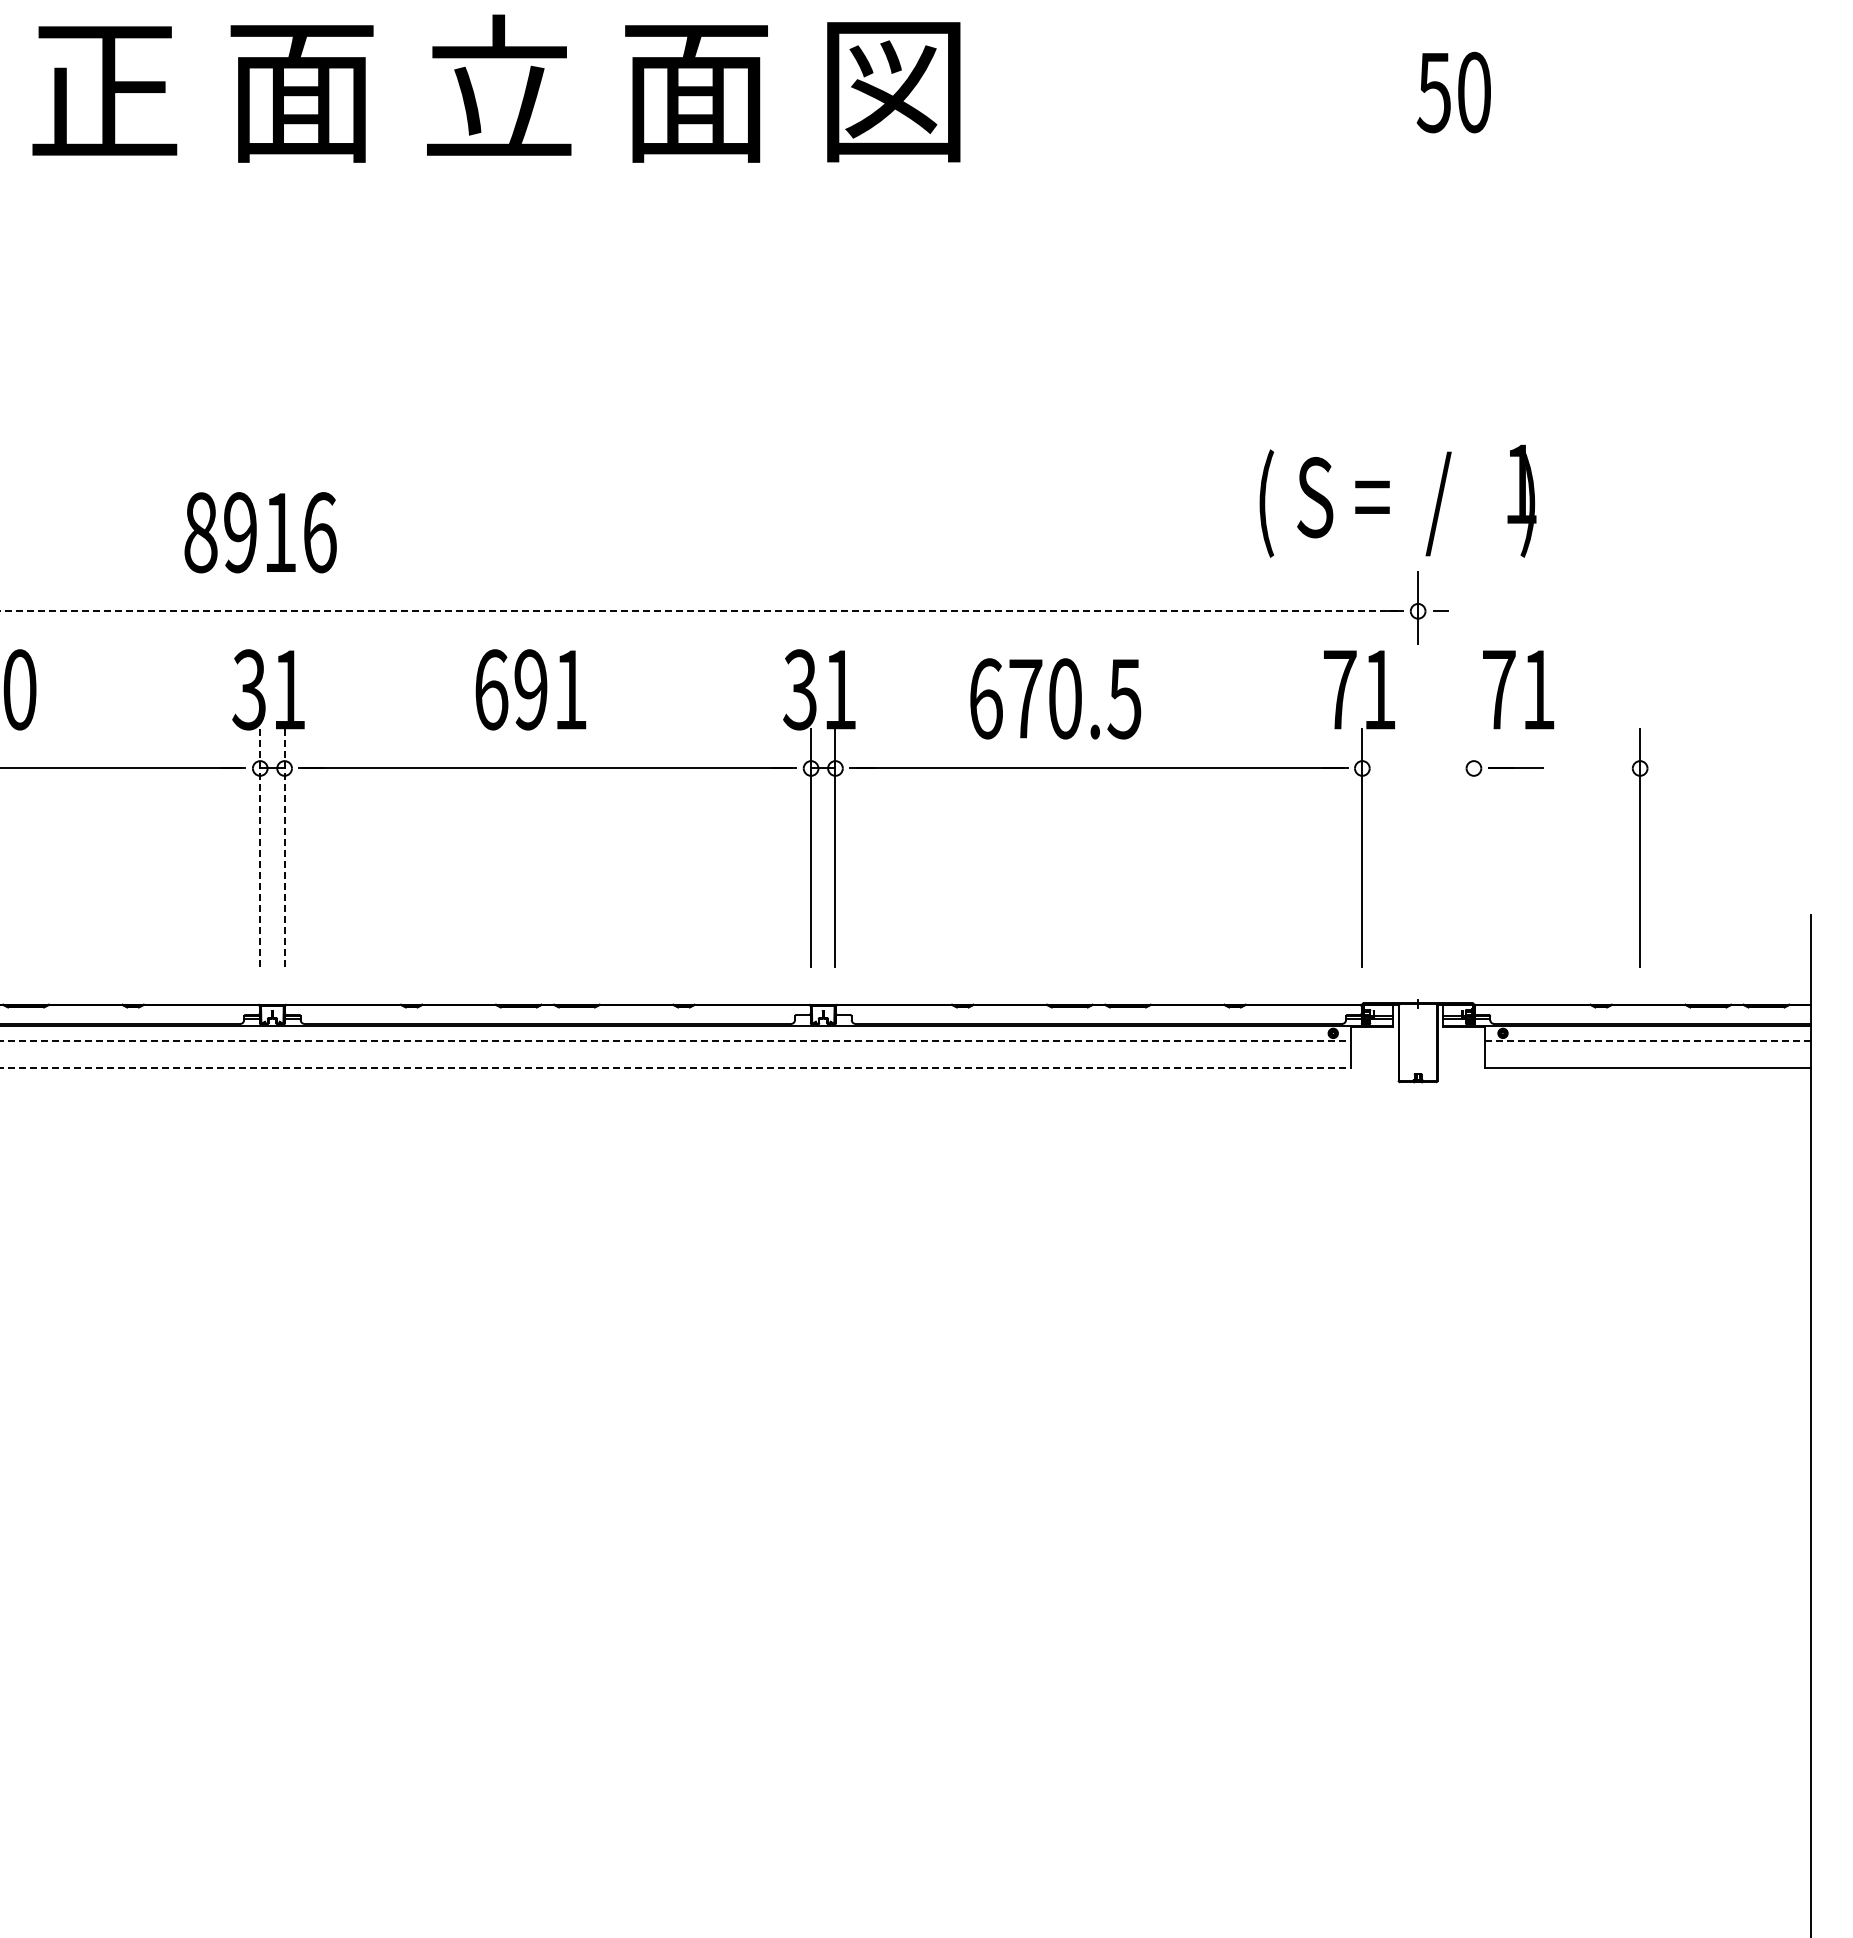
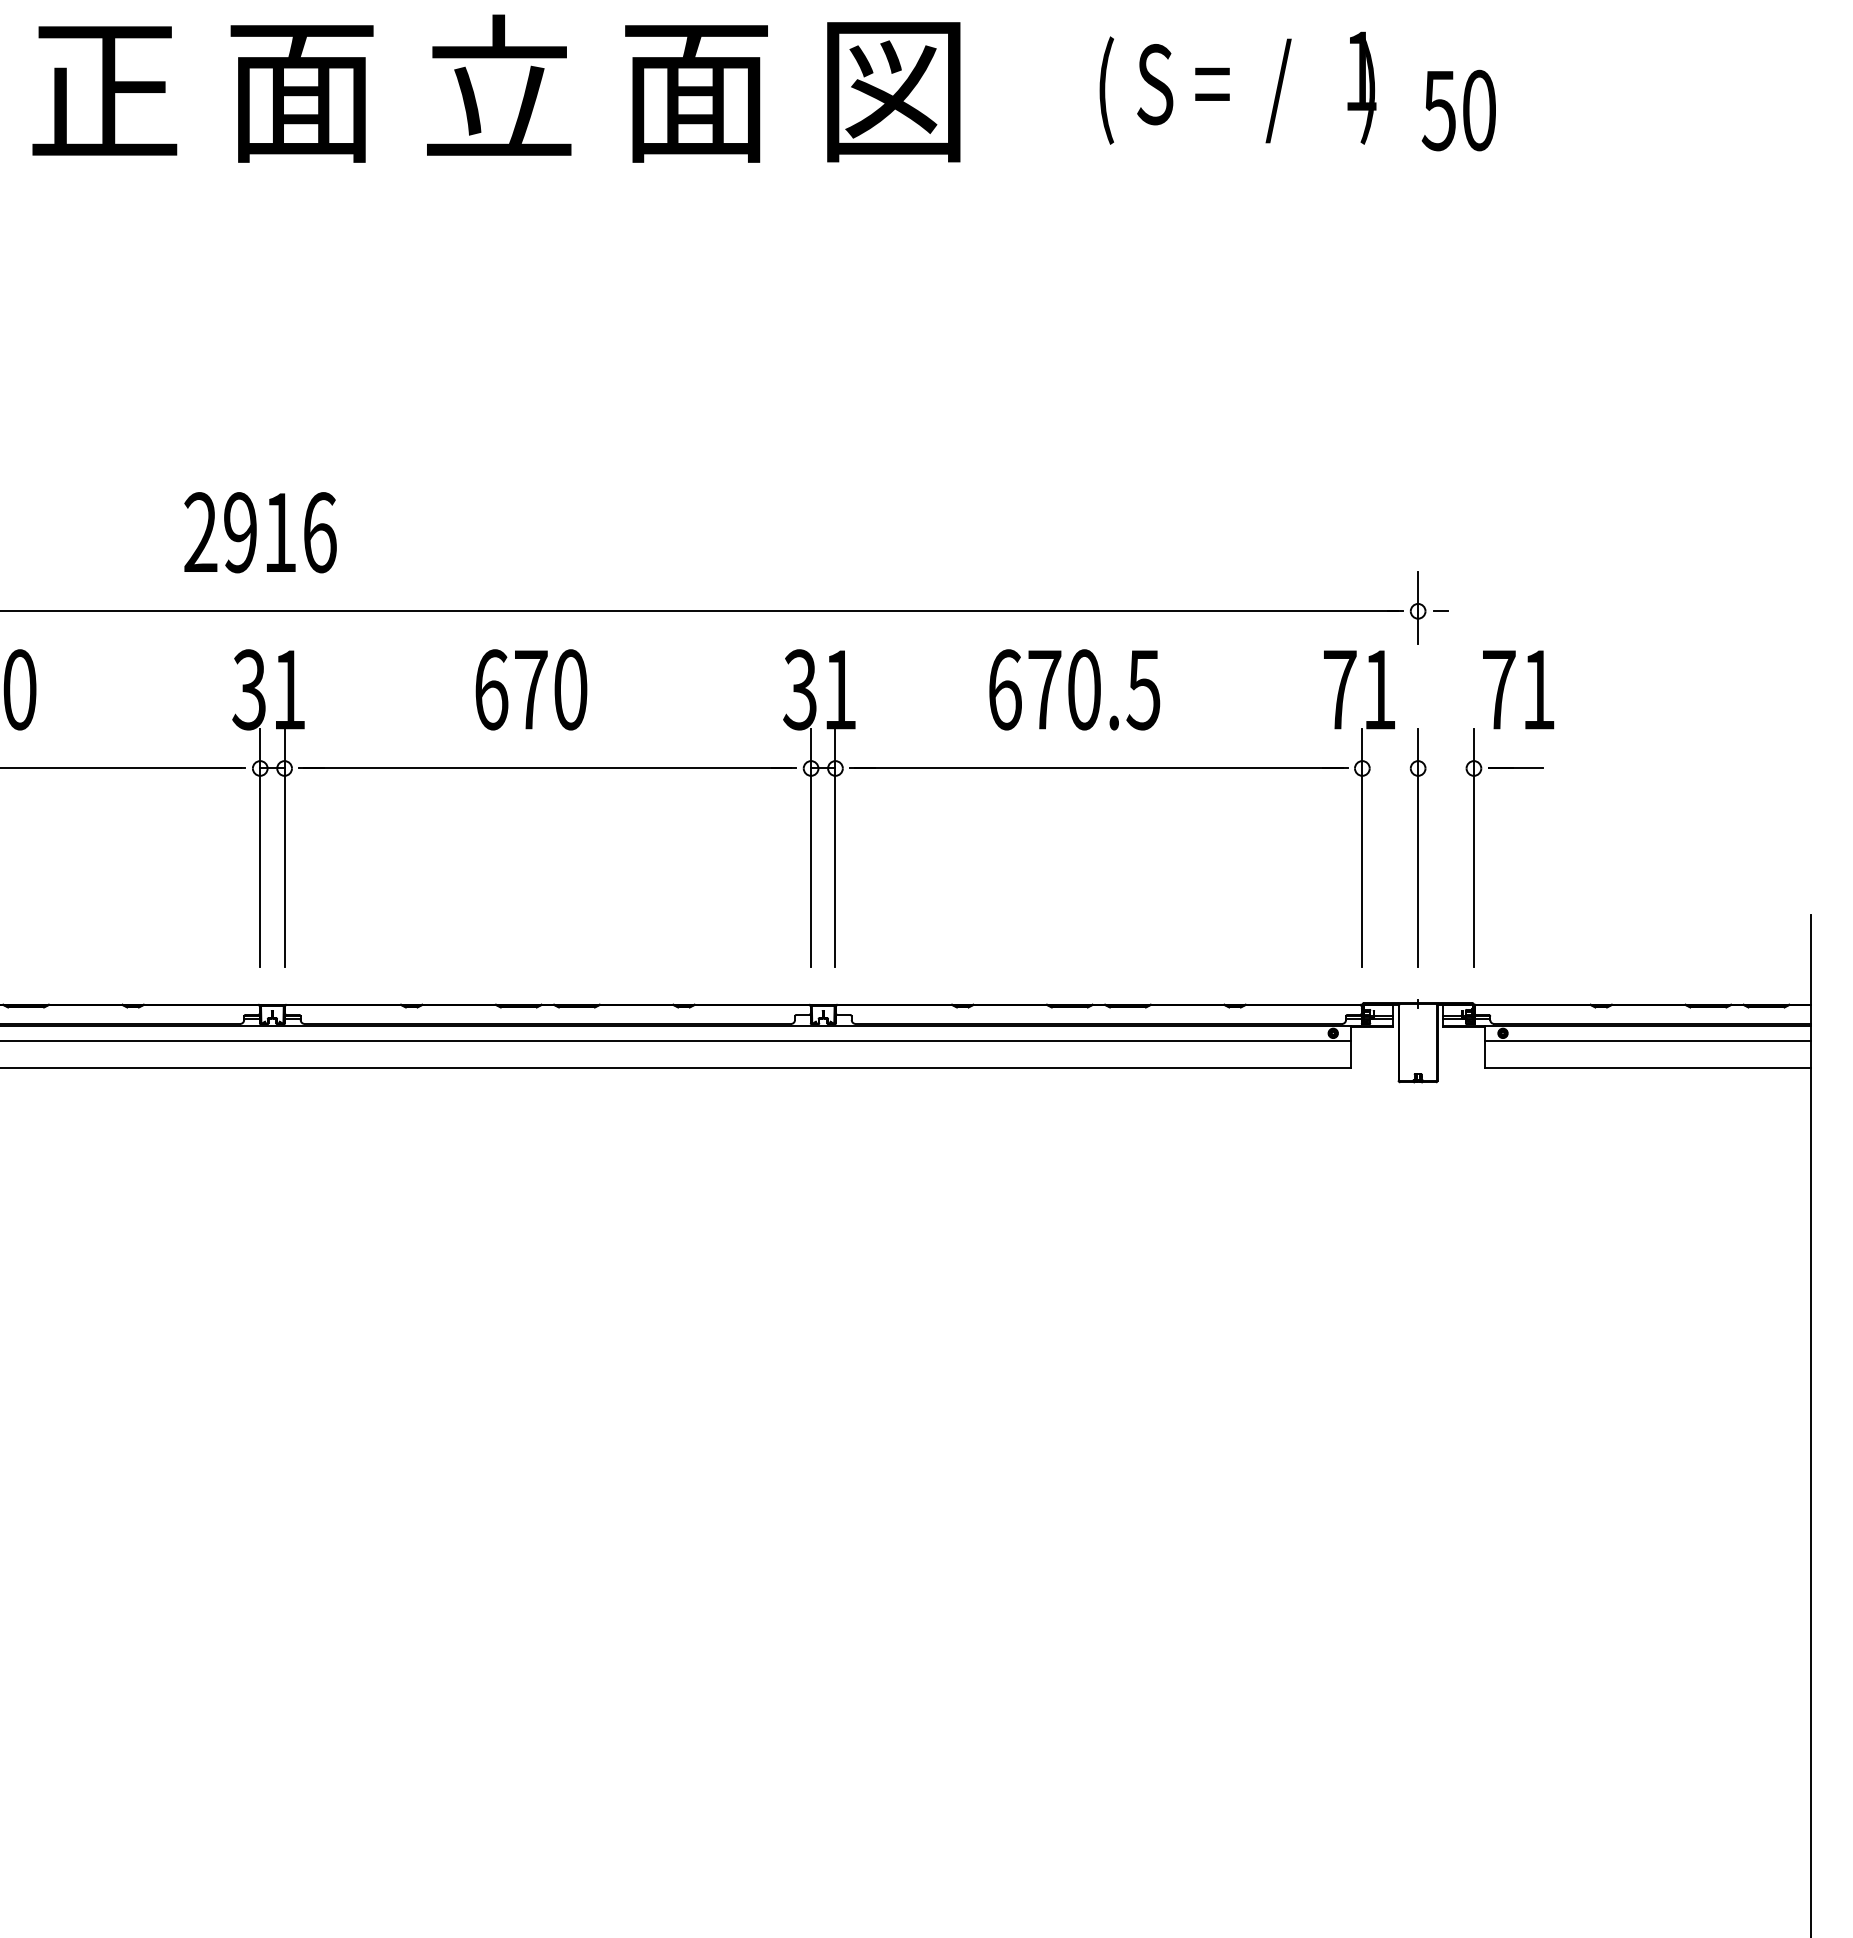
text at (1453, 92) position: (1453, 92) -> (1458, 110)
text at (1397, 500) position: (1397, 500) -> (1237, 87)
text at (200, 532): 8916 -> 2916
line at (699, 611): dashed -> solid
text at (550, 689): 691 -> 670
text at (1055, 698) position: (1055, 698) -> (1074, 689)
line at (260, 847): dashed -> solid
line at (284, 847): dashed -> solid
line at (1473, 847): none -> present
part at (1639, 847) position: (1639, 847) -> (1417, 847)
line at (676, 1040): dashed -> solid
line at (1648, 1040): dashed -> solid
line at (676, 1068): dashed -> solid
